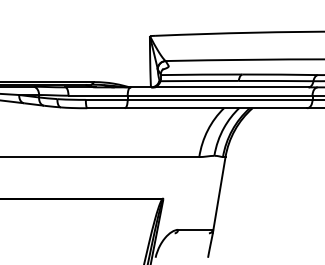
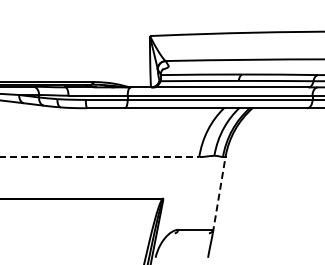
line at (100, 157): solid -> dashed
line at (219, 195): solid -> dashed
